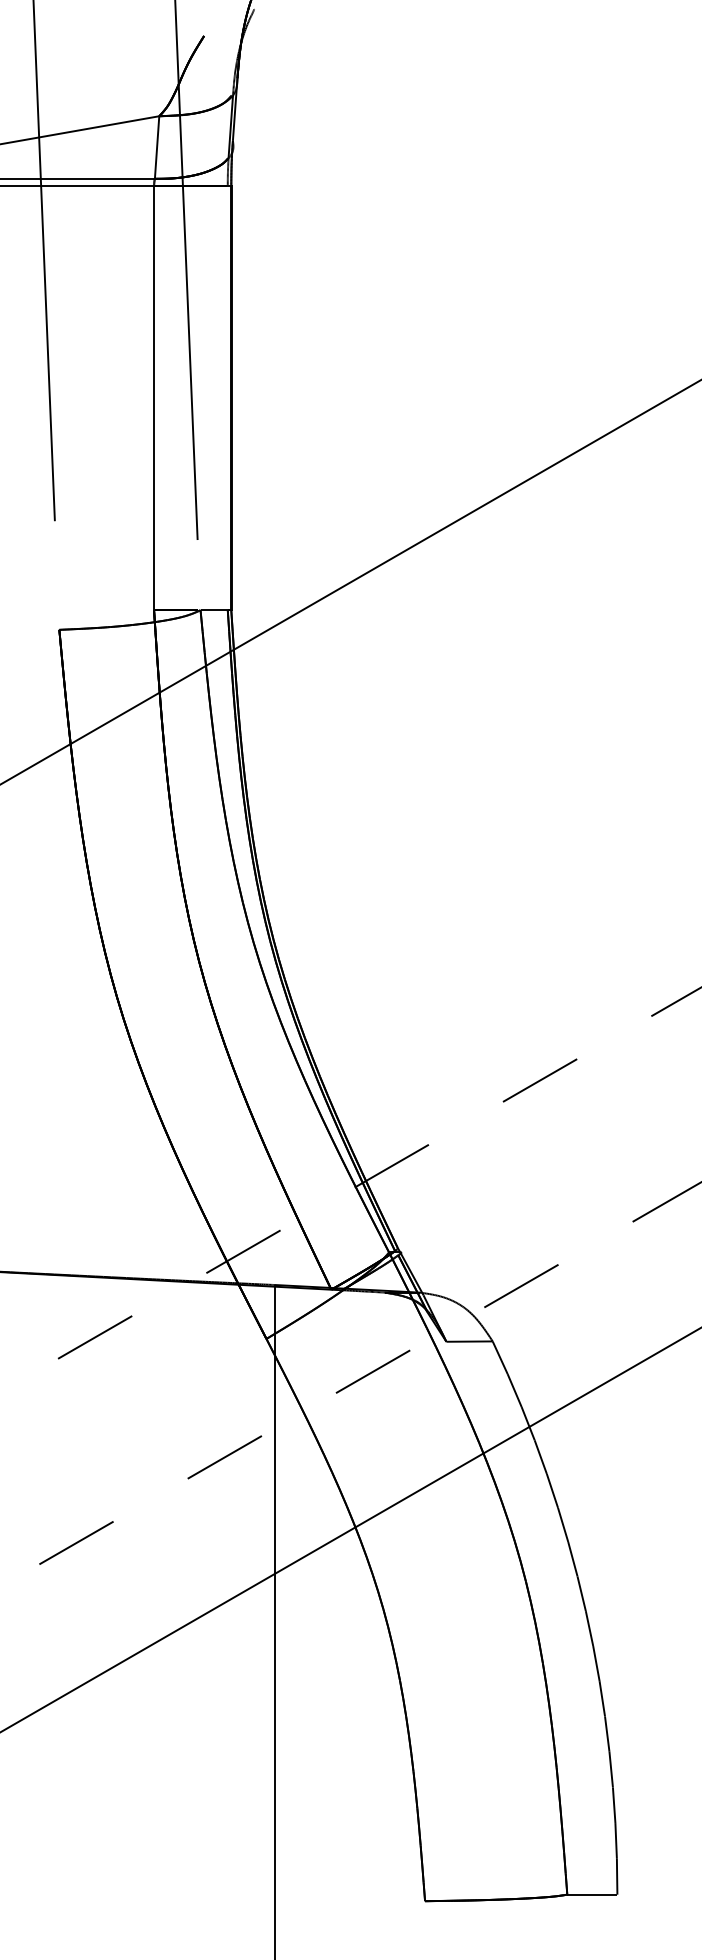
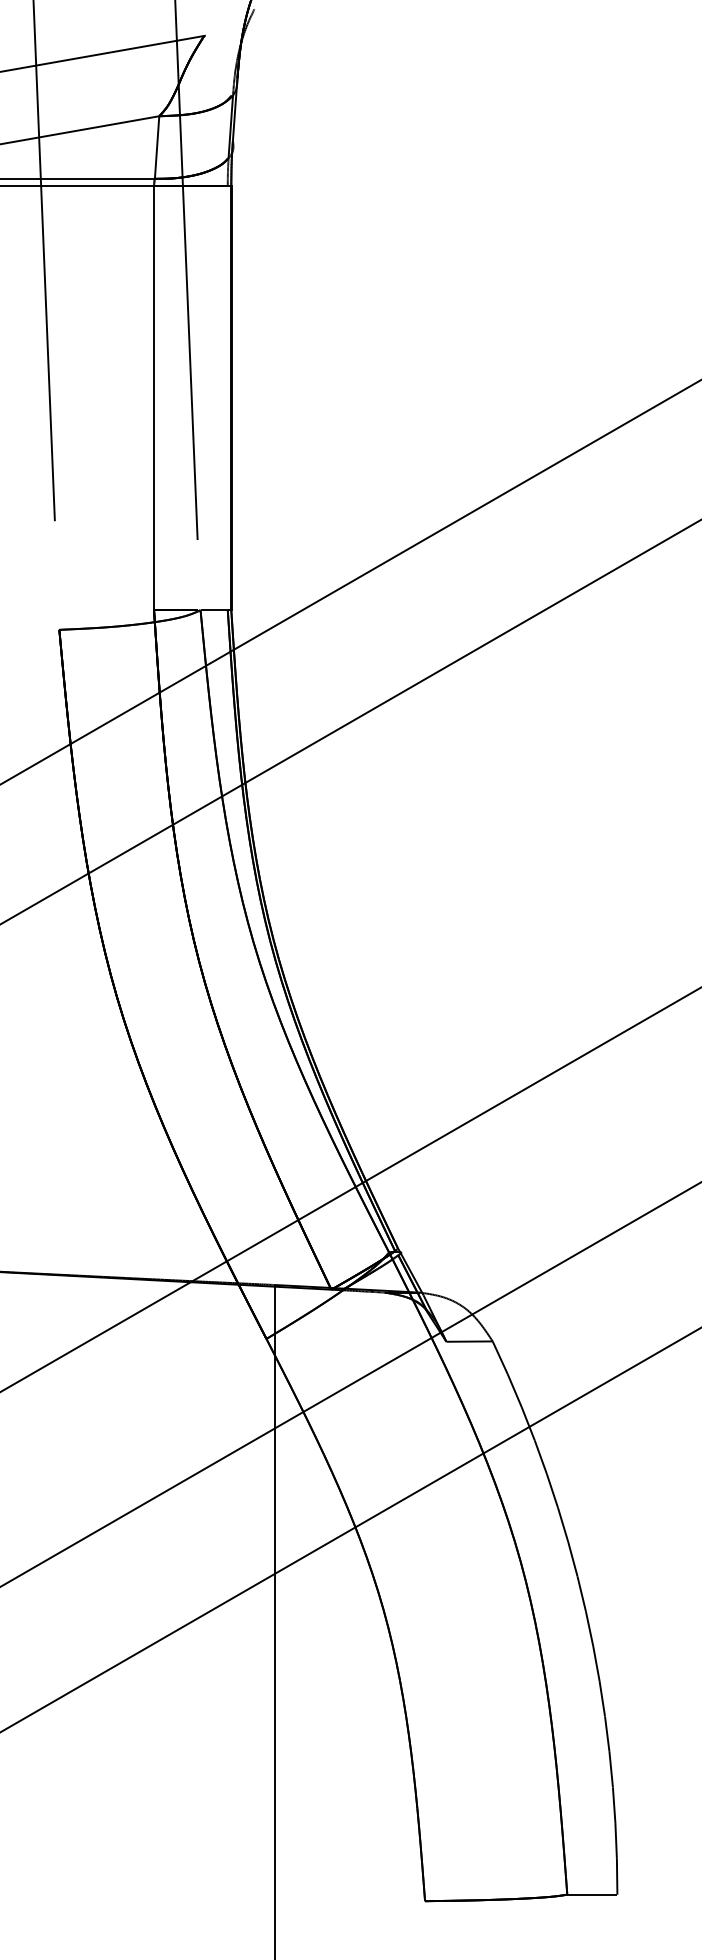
line at (103, 53): none -> present
line at (350, 722): none -> present
line at (351, 1189): dashed -> solid
line at (350, 1384): dashed -> solid
